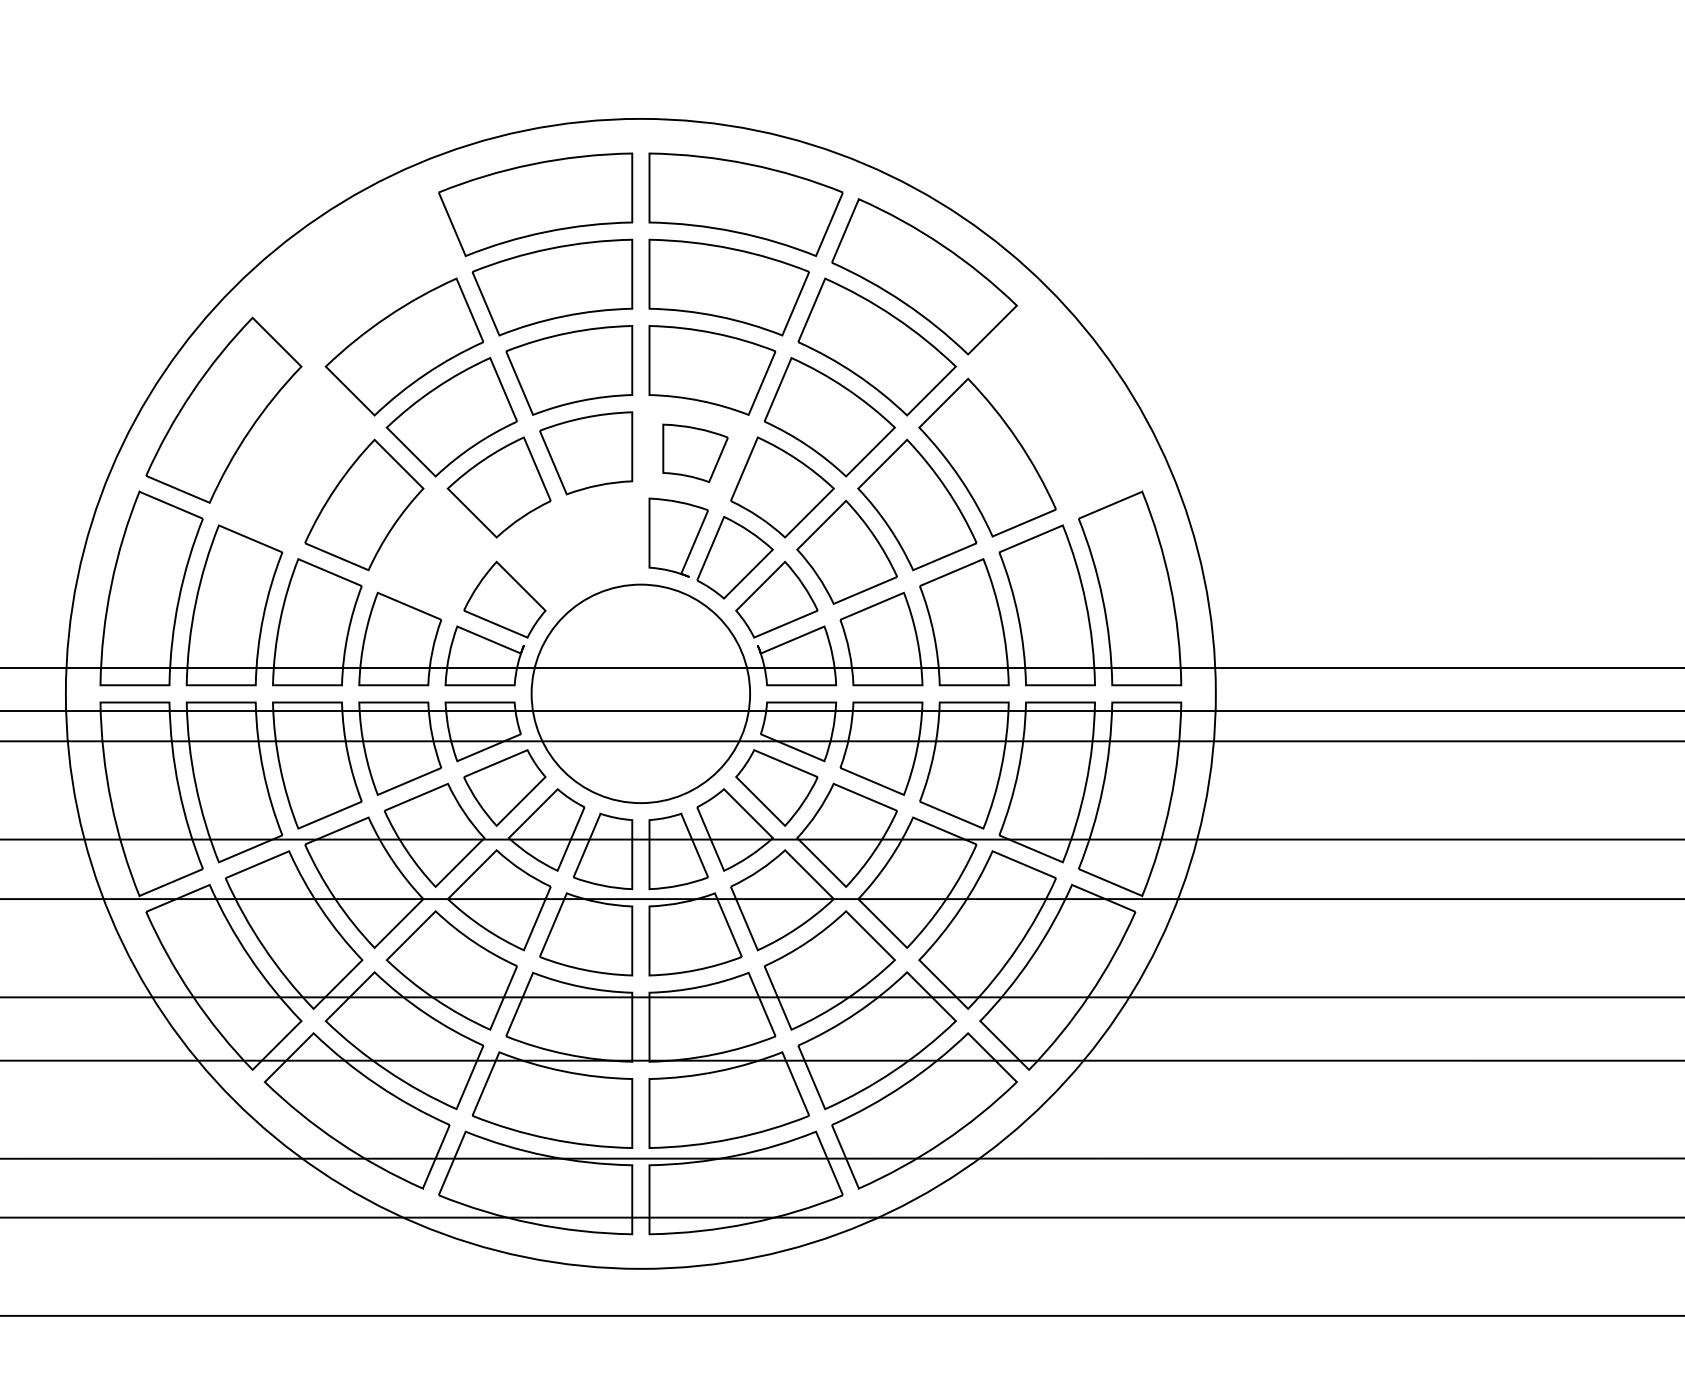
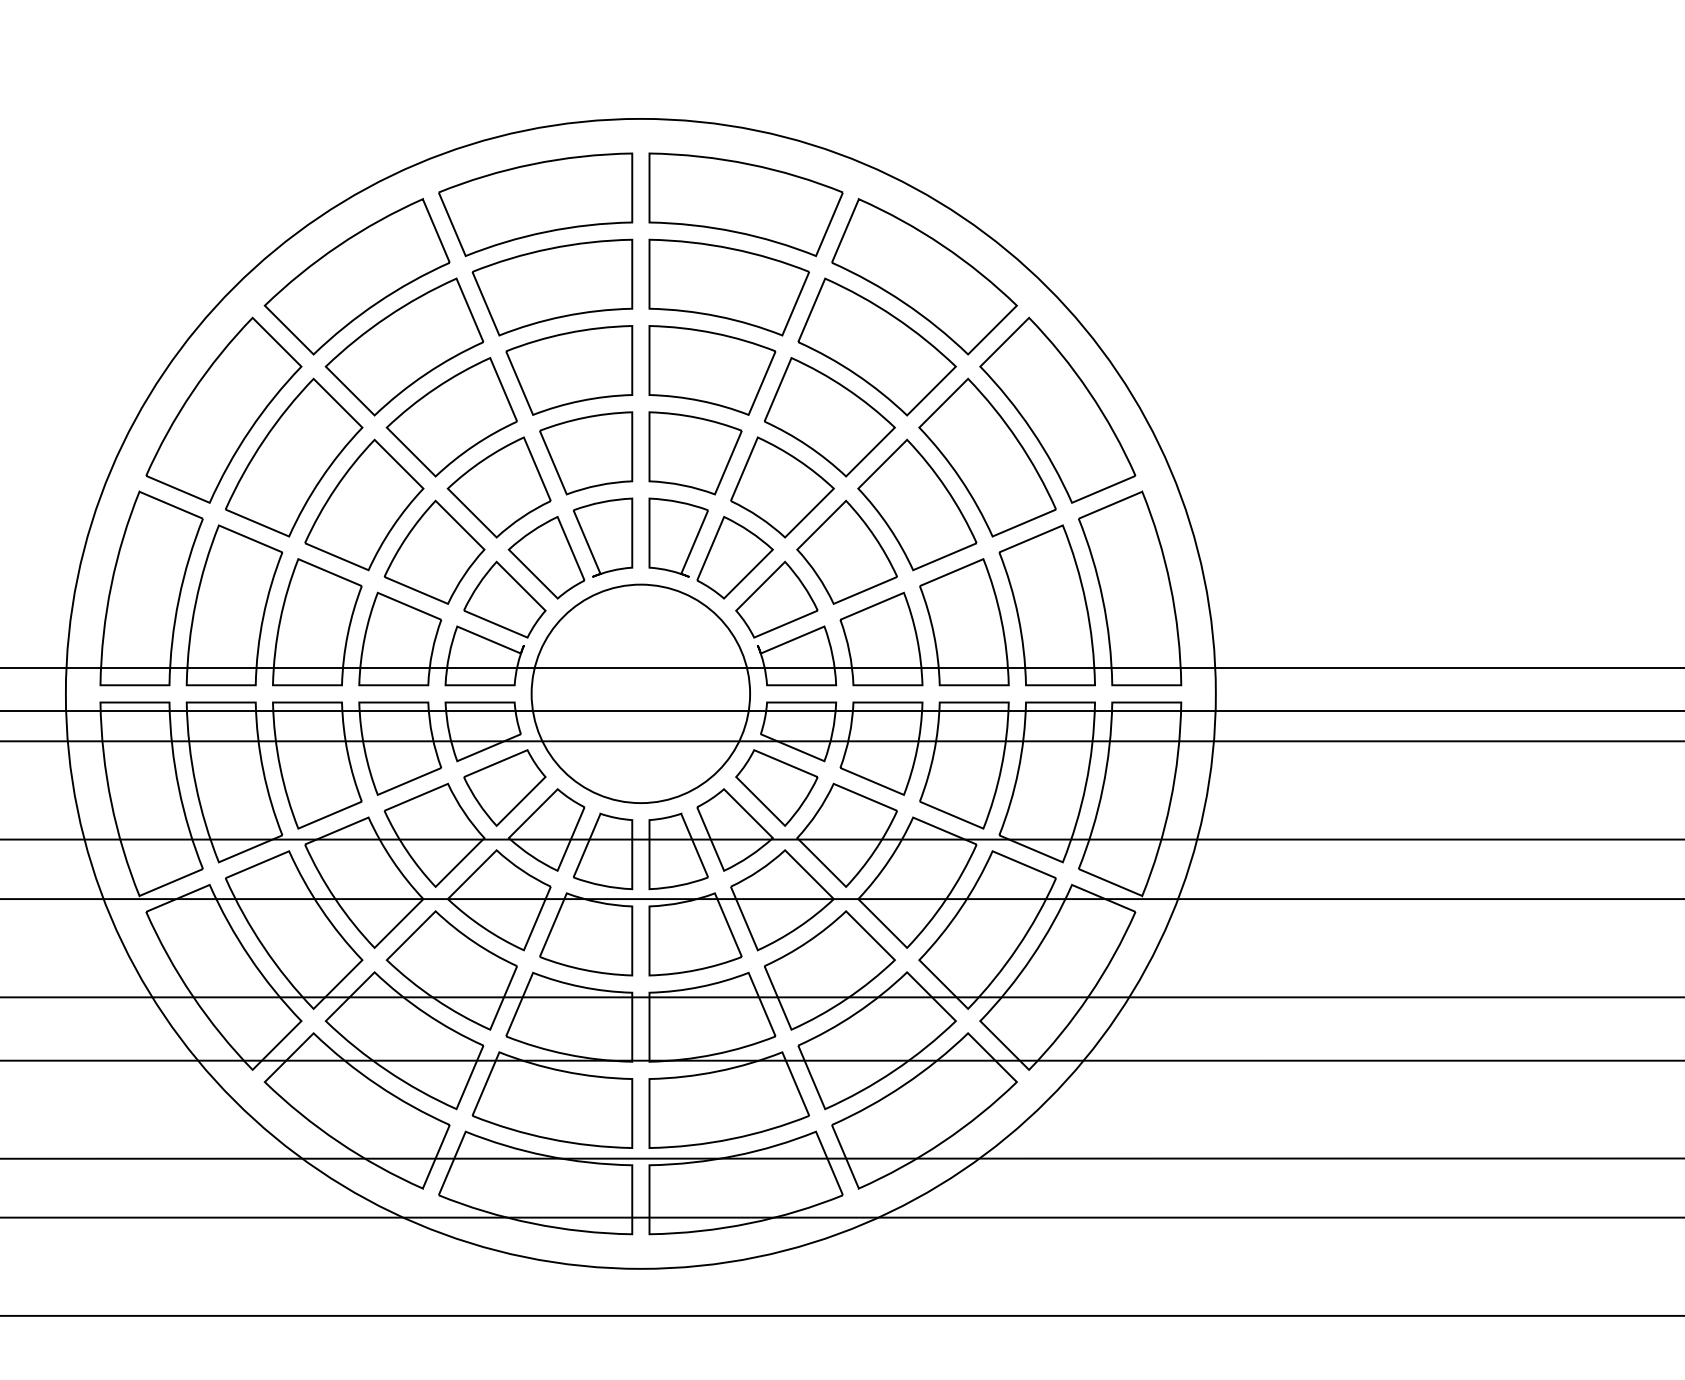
part at (356, 276): none -> present
part at (1057, 409): none -> present
part at (695, 453) size: 67x61 px -> 95x85 px
part at (294, 457): none -> present
part at (570, 548): none -> present
part at (434, 551): none -> present
